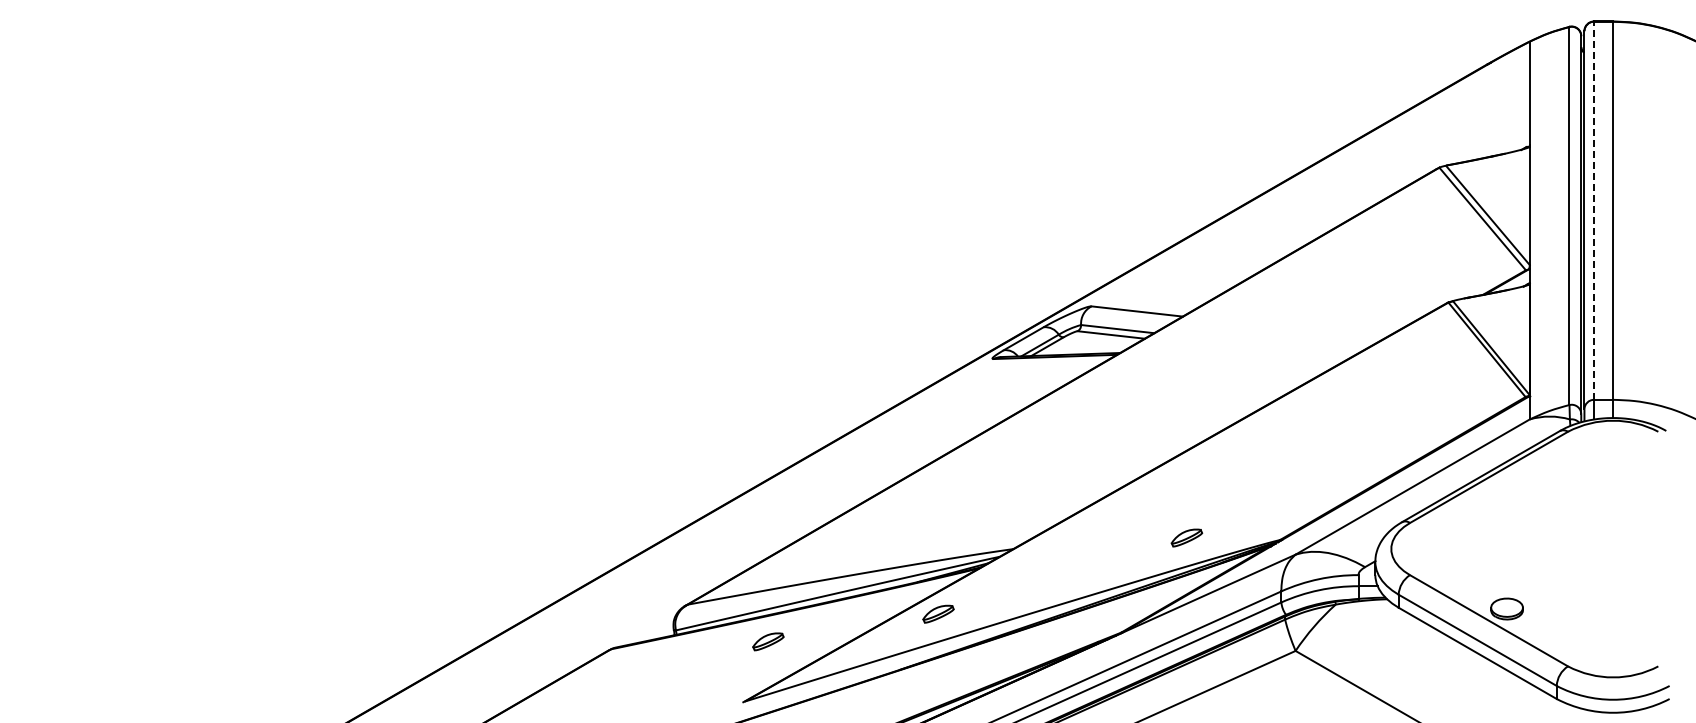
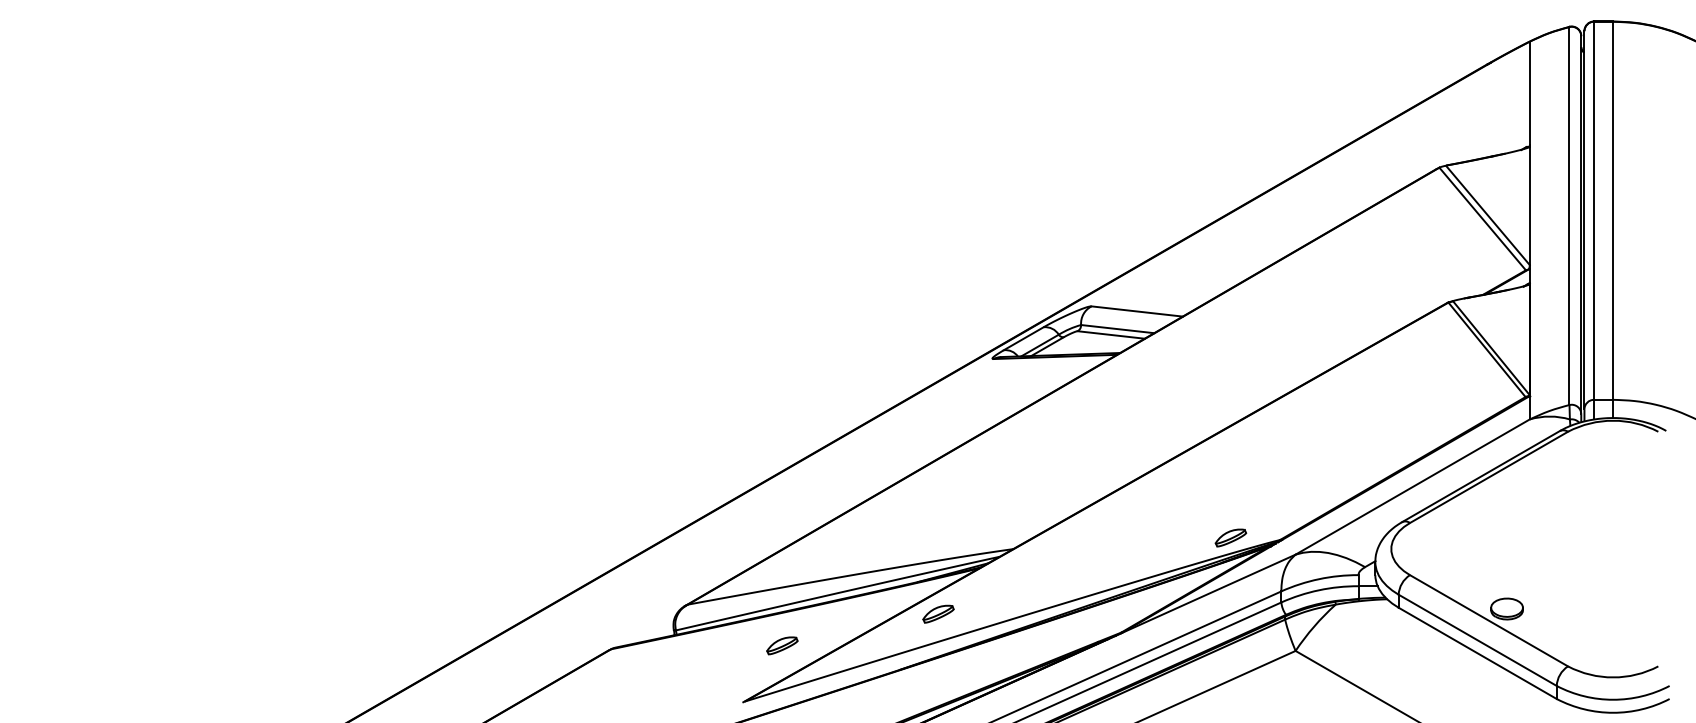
line at (1594, 210): dashed -> solid
part at (1186, 537) position: (1186, 537) -> (1230, 537)
part at (768, 641) position: (768, 641) -> (782, 645)
